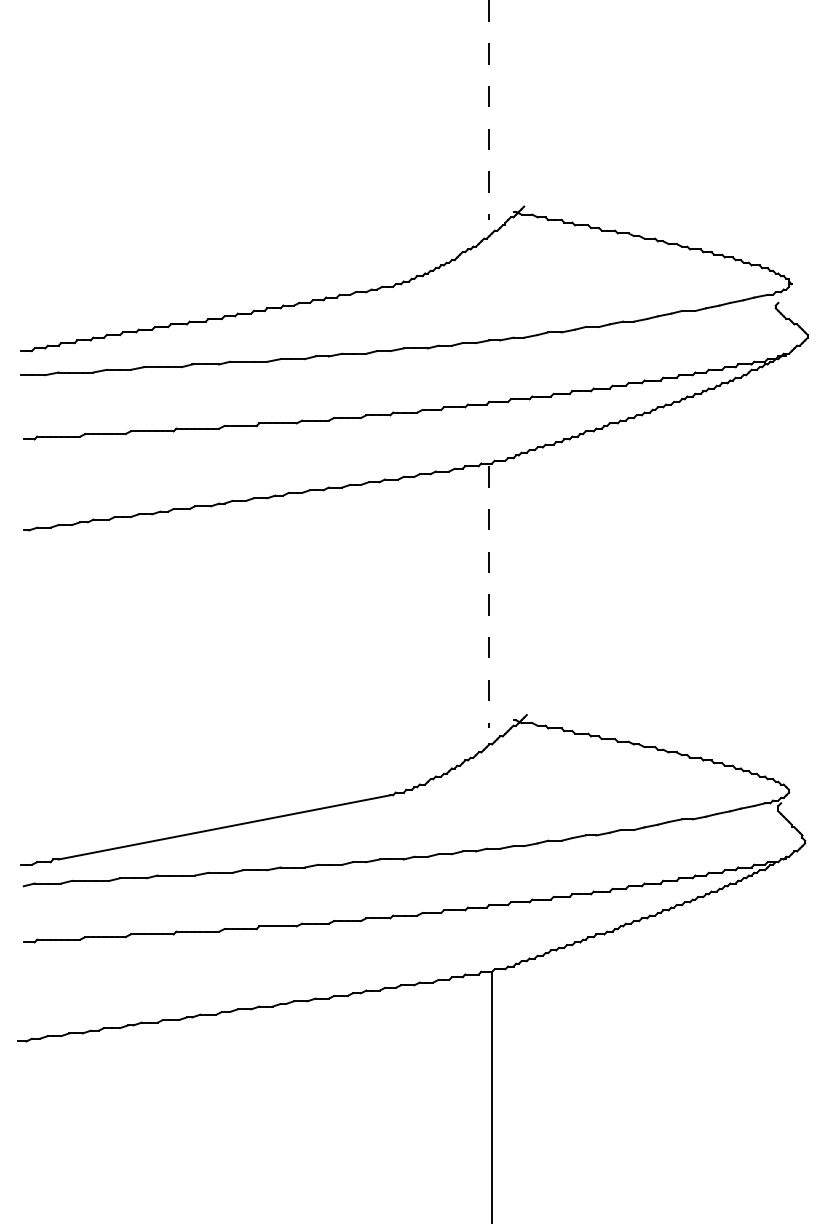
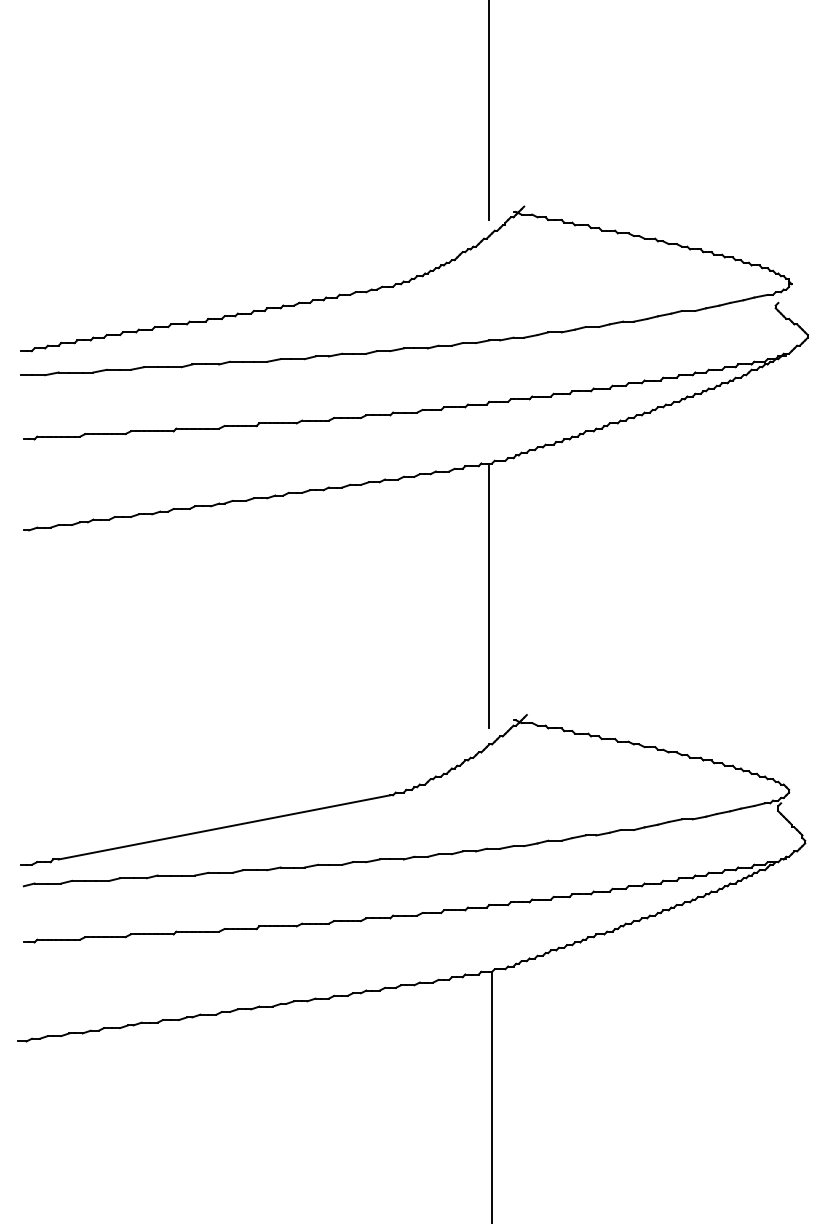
line at (489, 110): dashed -> solid
line at (489, 597): dashed -> solid
